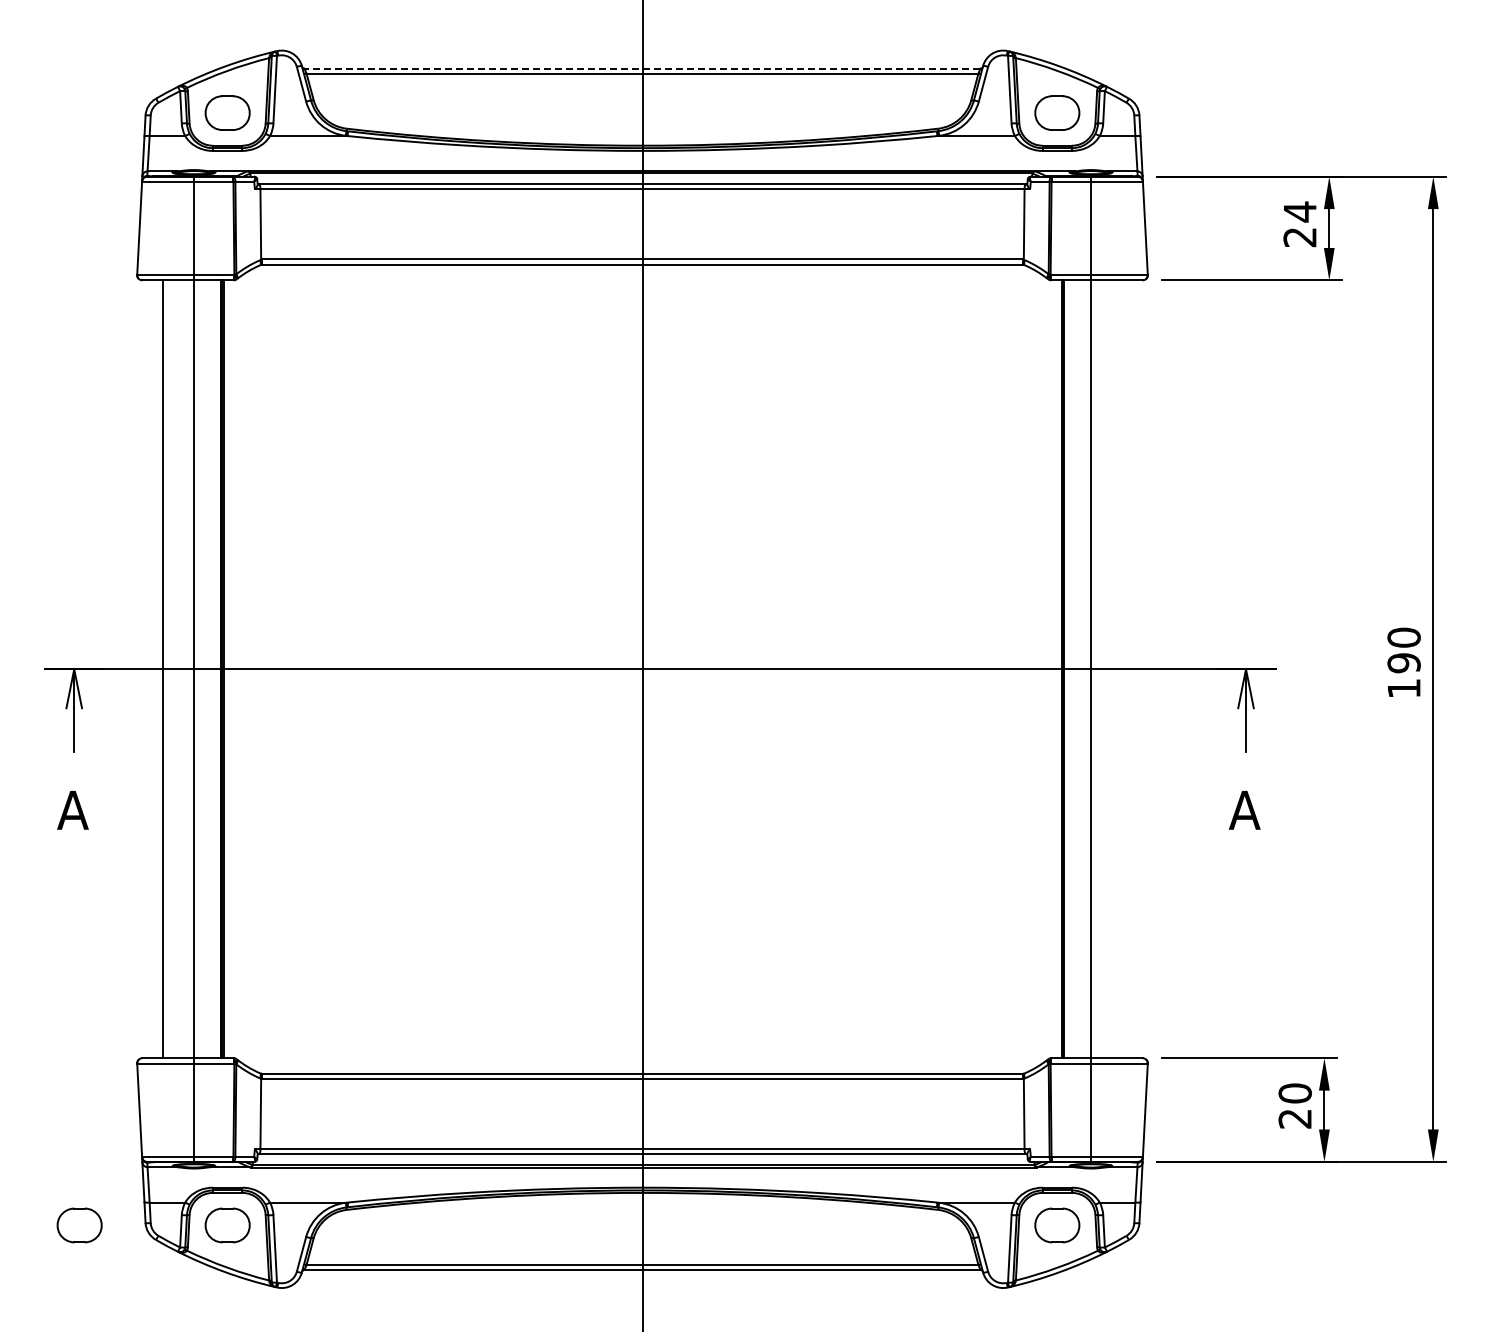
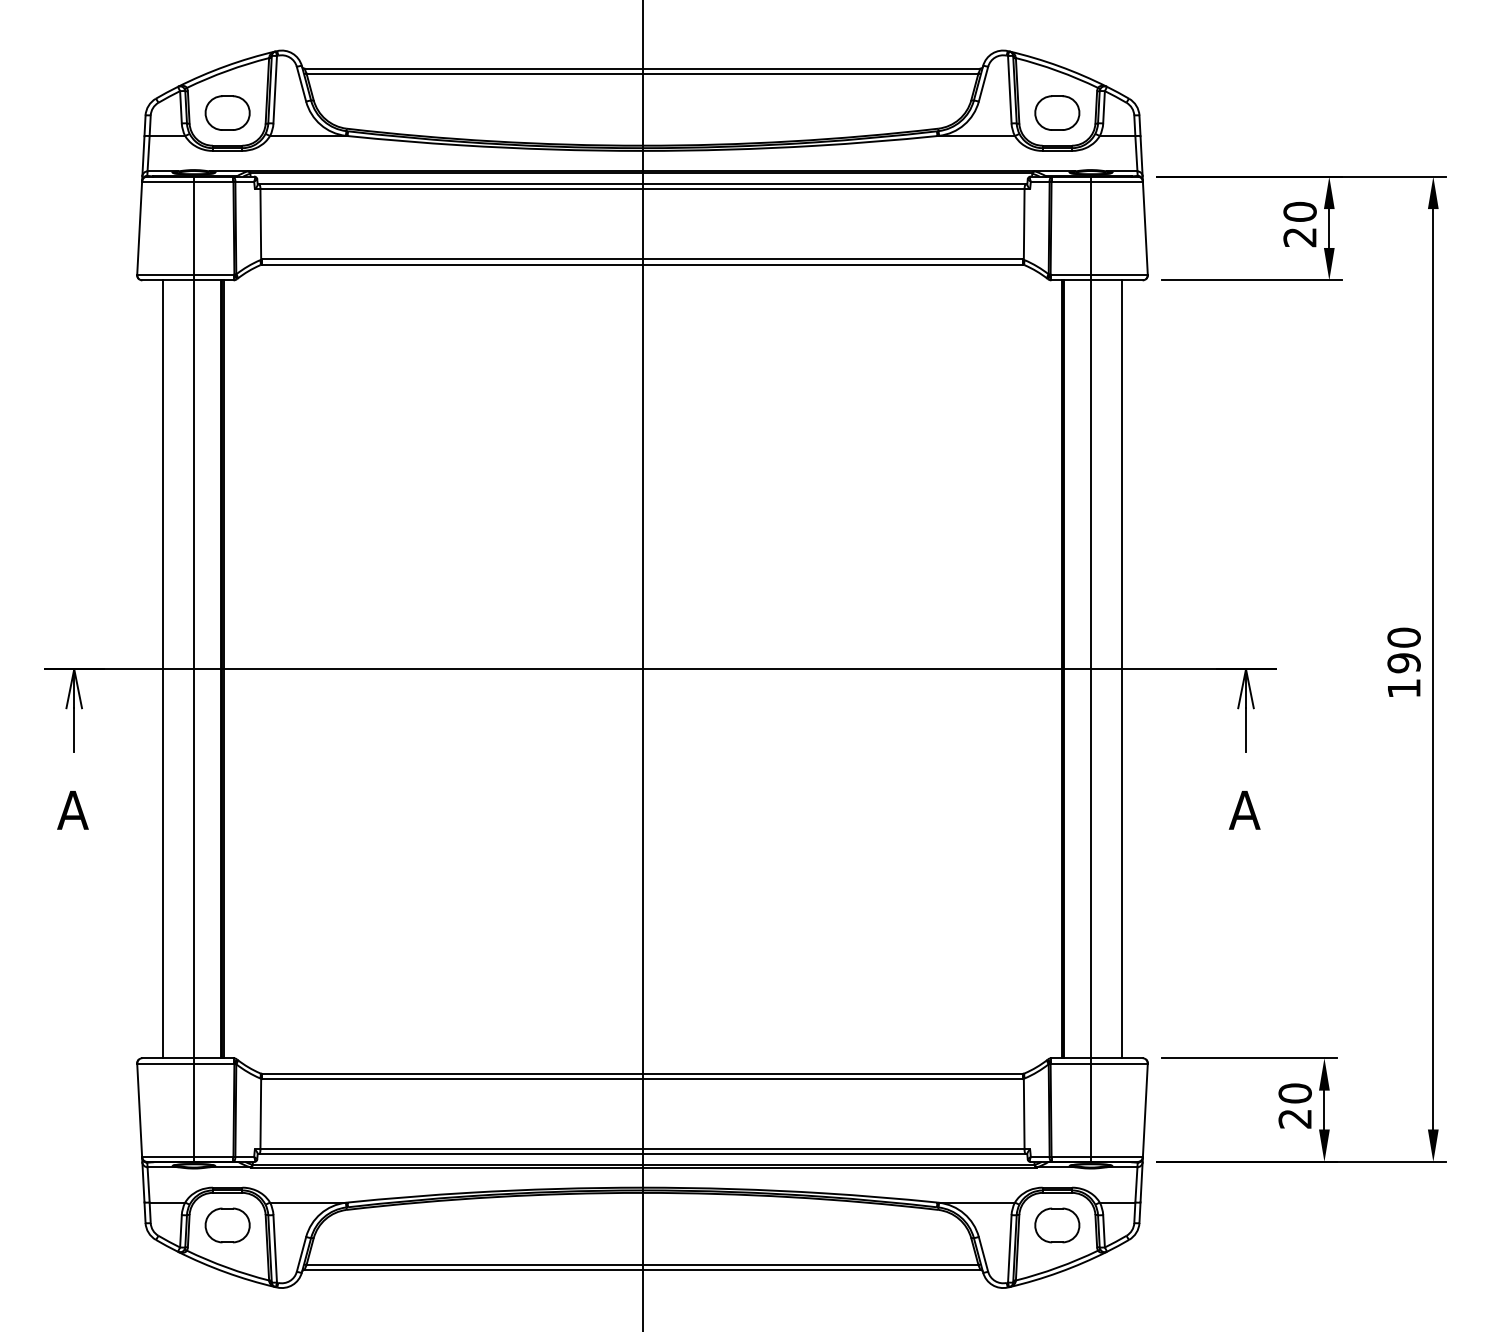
line at (642, 68): dashed -> solid
text at (1299, 211): 24 -> 20
line at (1122, 669): none -> present
part at (79, 1225): present -> none
